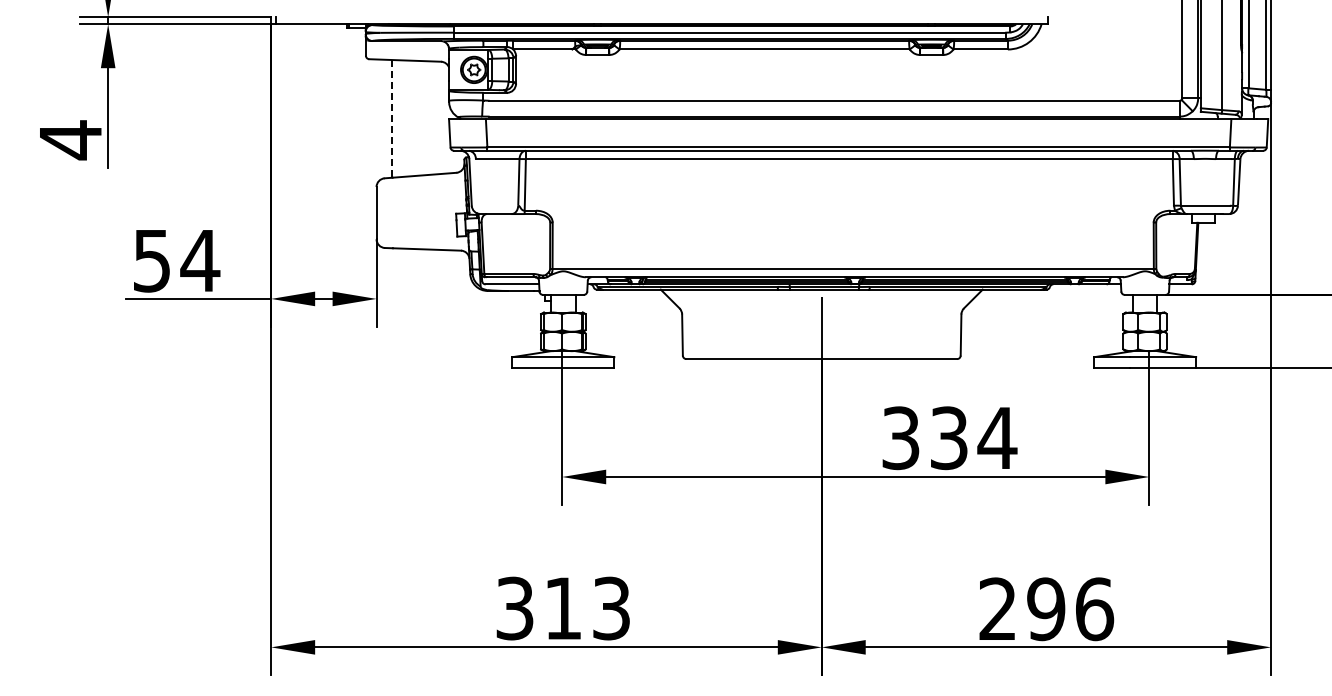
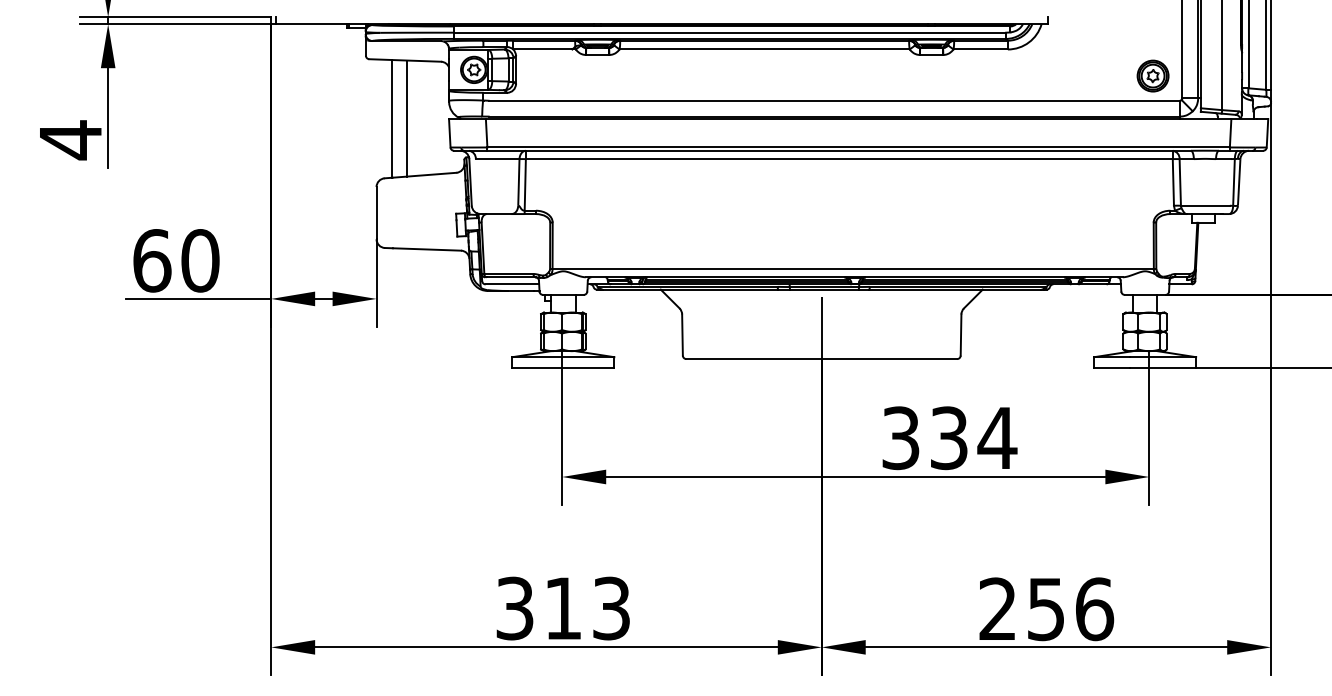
part at (1152, 75): none -> present
line at (392, 118): dashed -> solid
line at (406, 118): none -> present
text at (176, 260): 54 -> 60
text at (1046, 608): 296 -> 256
